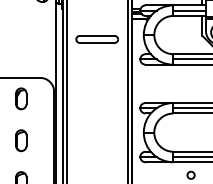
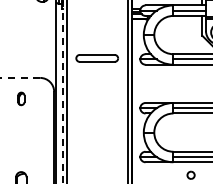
part at (96, 39) position: (96, 39) -> (96, 58)
line at (20, 77): solid -> dashed
line at (62, 92): solid -> dashed
part at (21, 98) size: 13x24 px -> 9x16 px
part at (21, 140): present -> none
